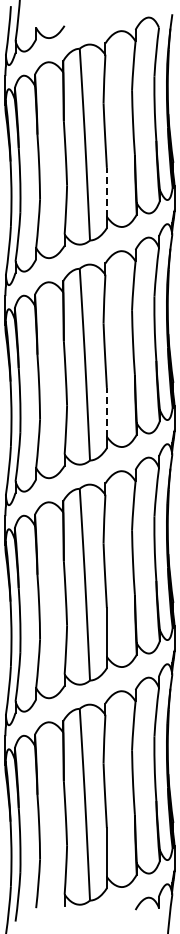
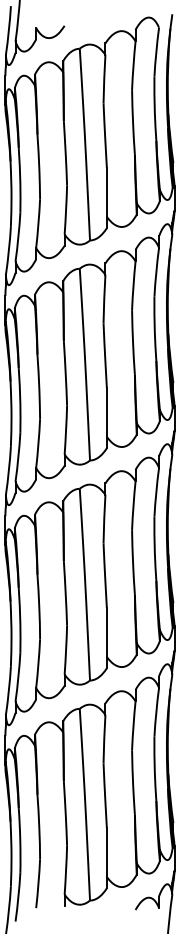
line at (106, 191): dashed -> solid
line at (106, 411): dashed -> solid
